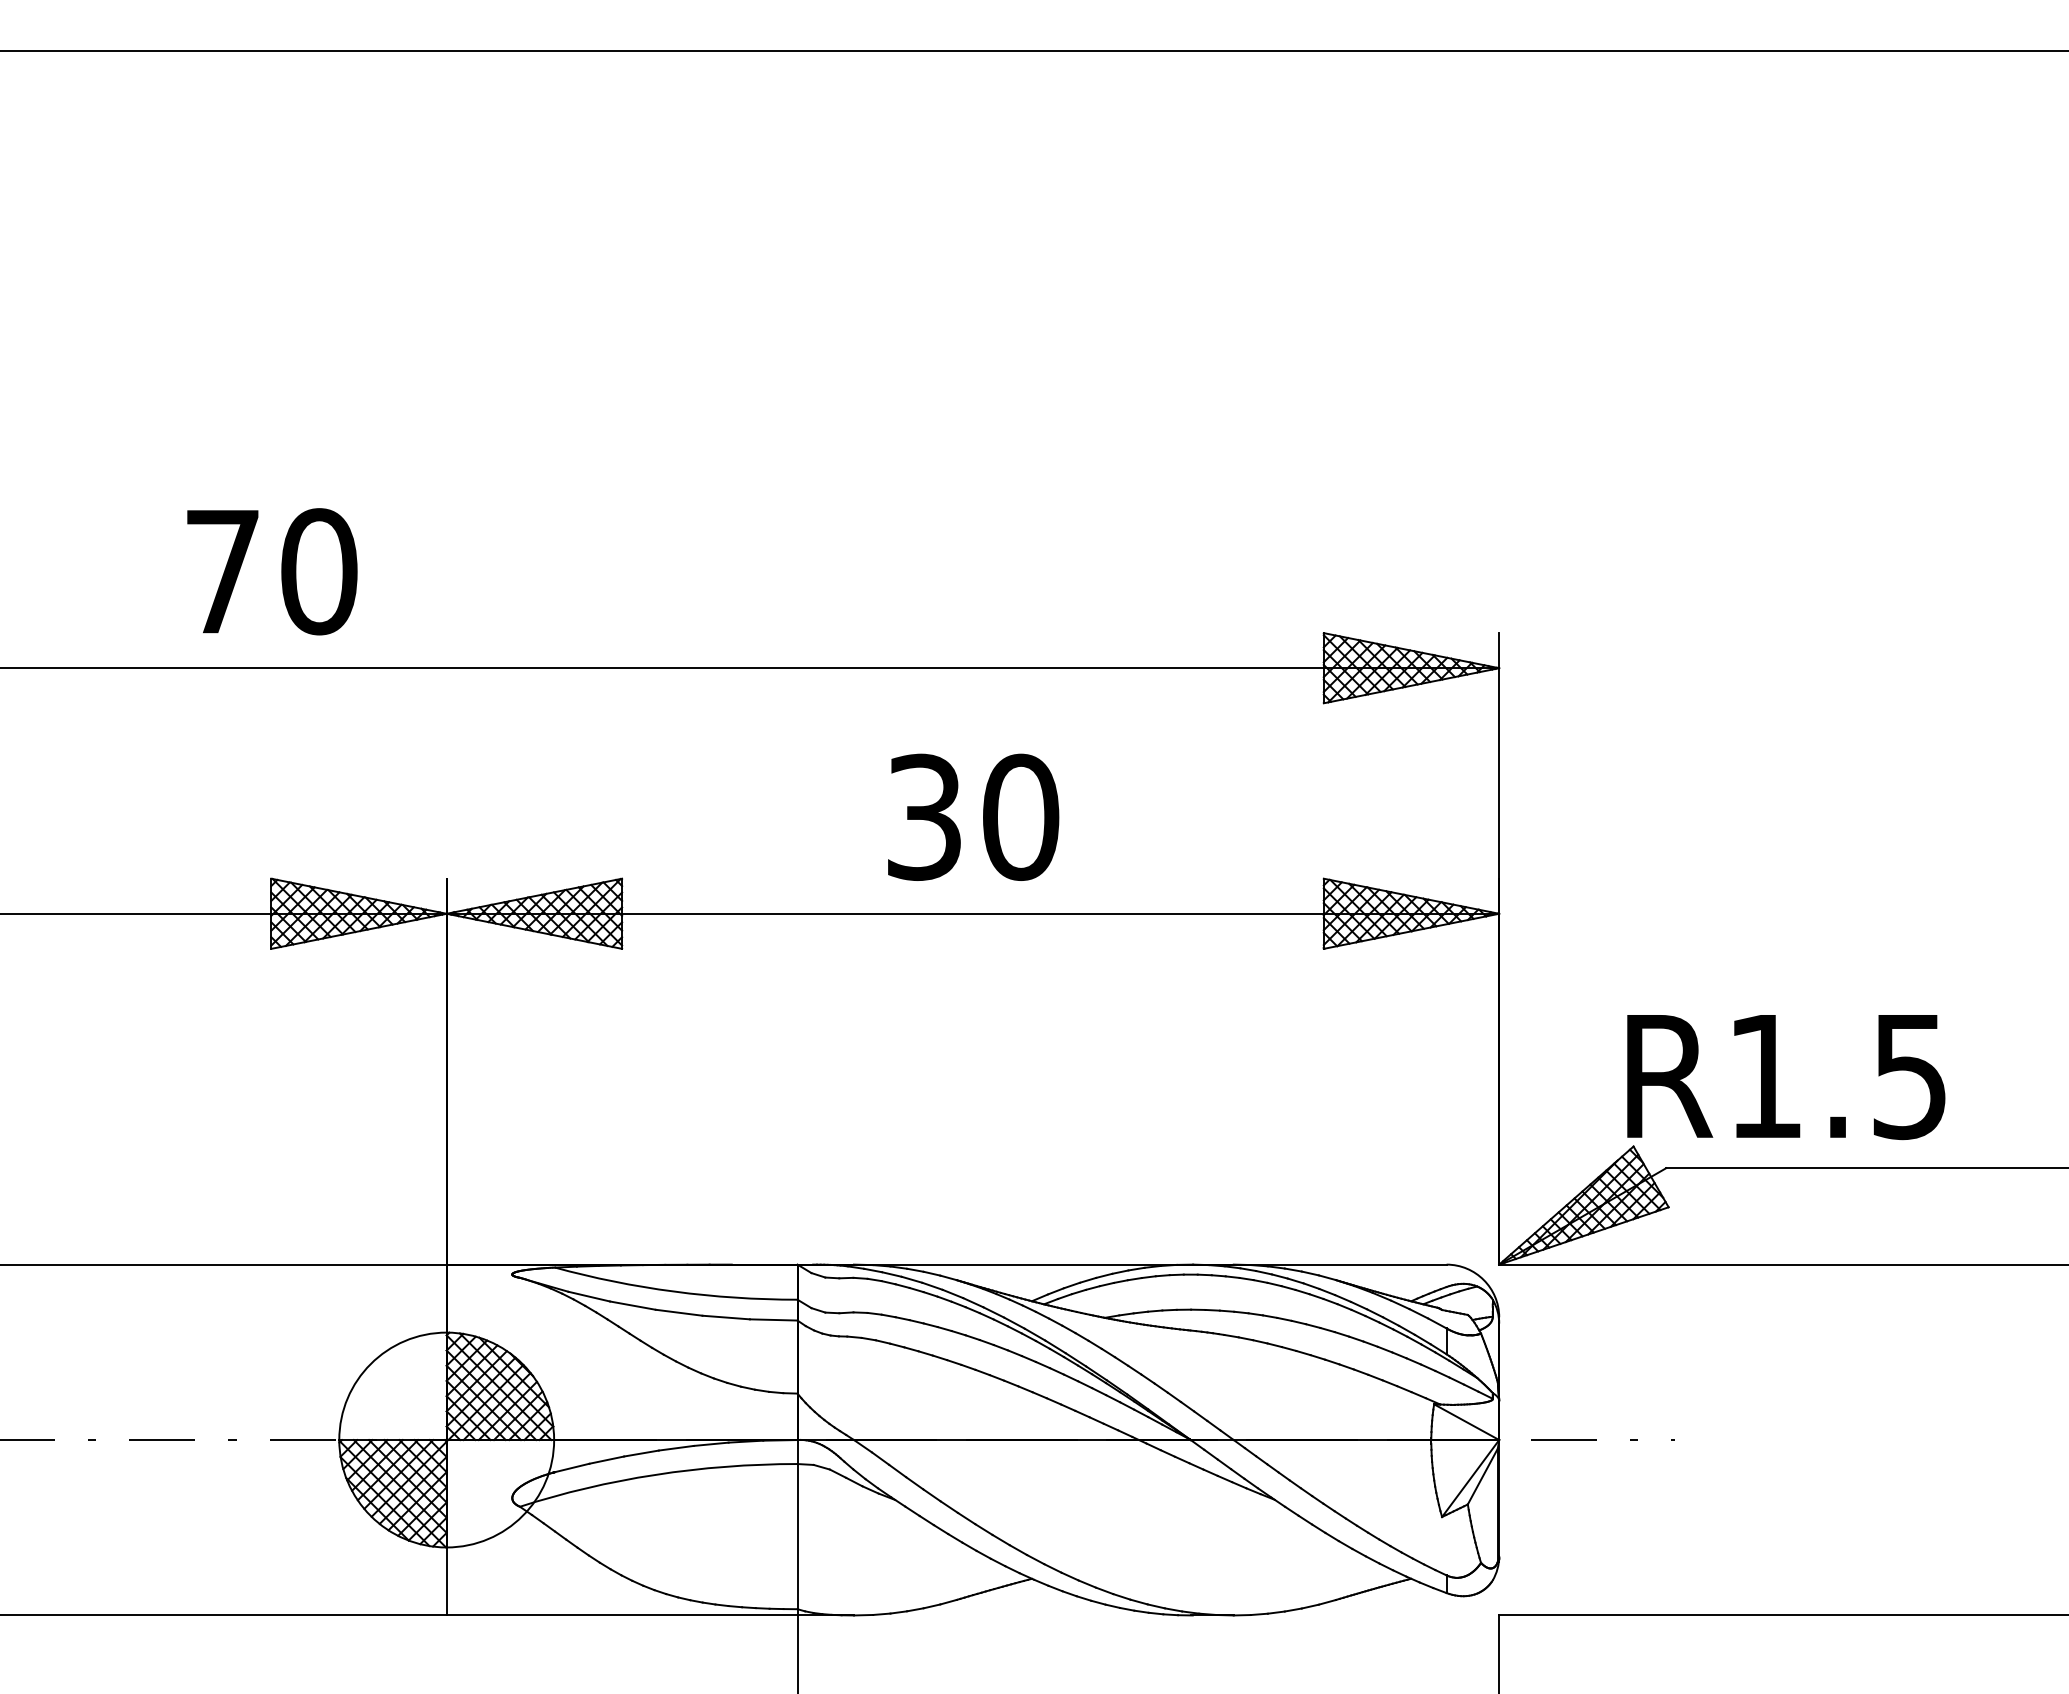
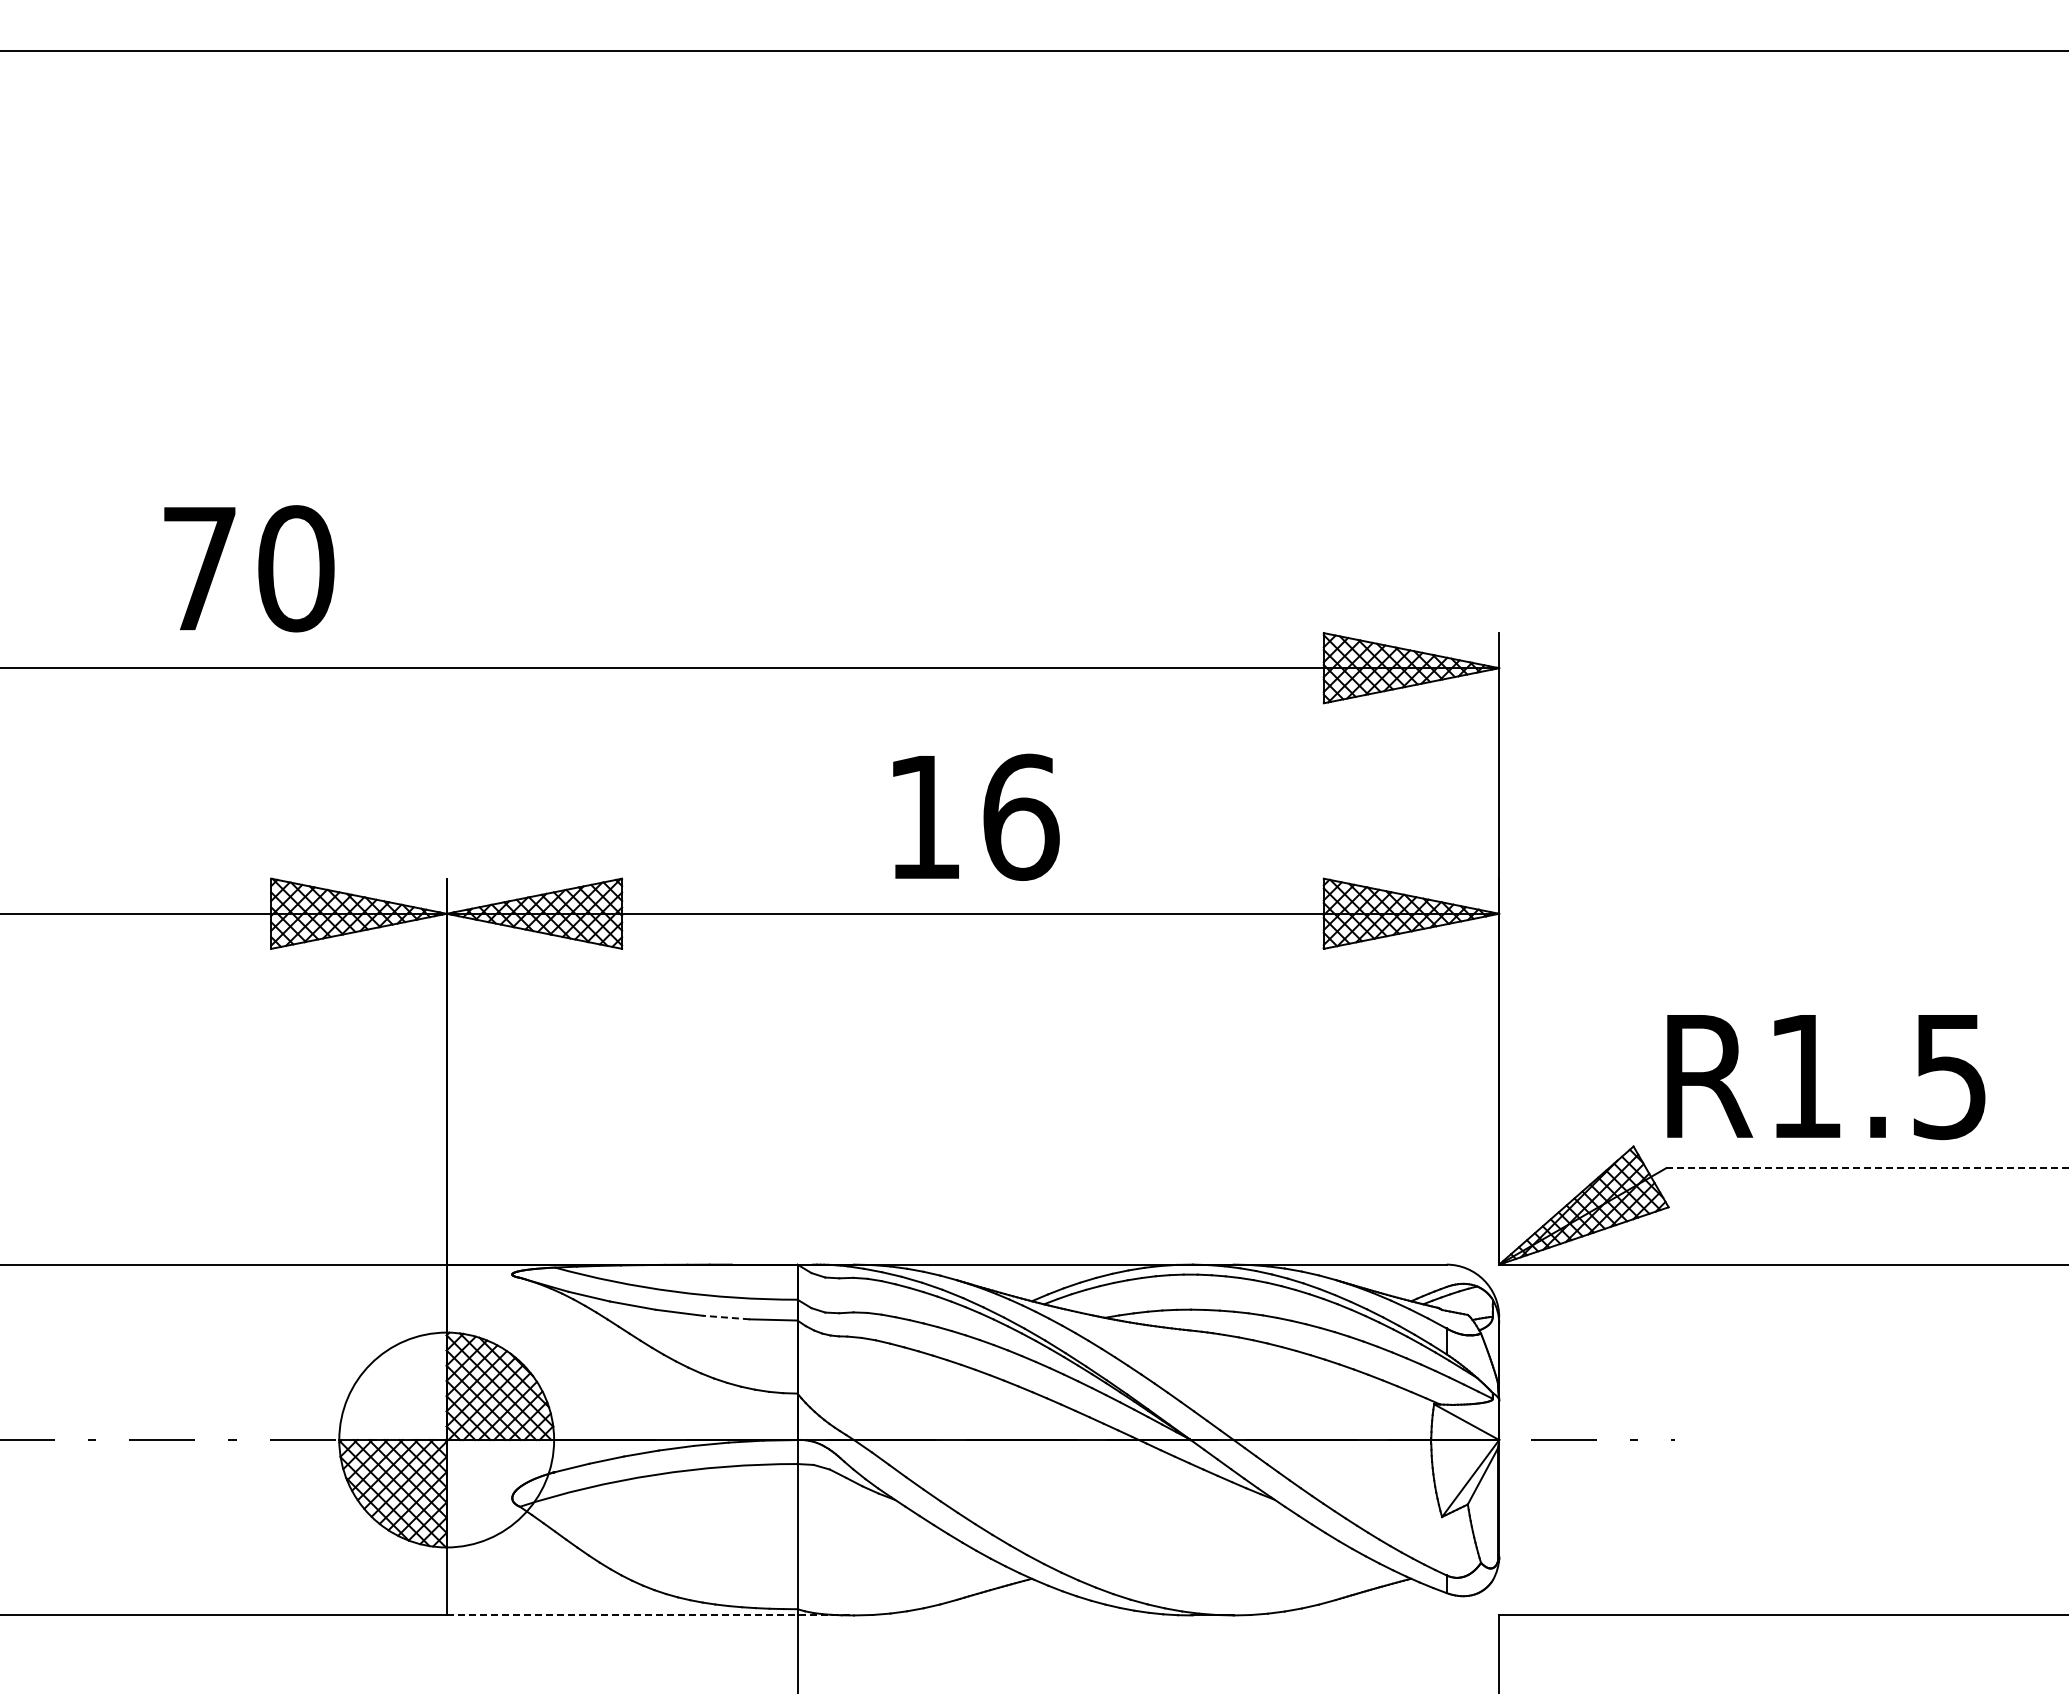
text at (272, 571) position: (272, 571) -> (249, 568)
text at (973, 816): 30 -> 16
text at (1786, 1077) position: (1786, 1077) -> (1826, 1077)
line at (1868, 1168): solid -> dashed
line at (726, 1317): solid -> dashed
line at (650, 1615): solid -> dashed
